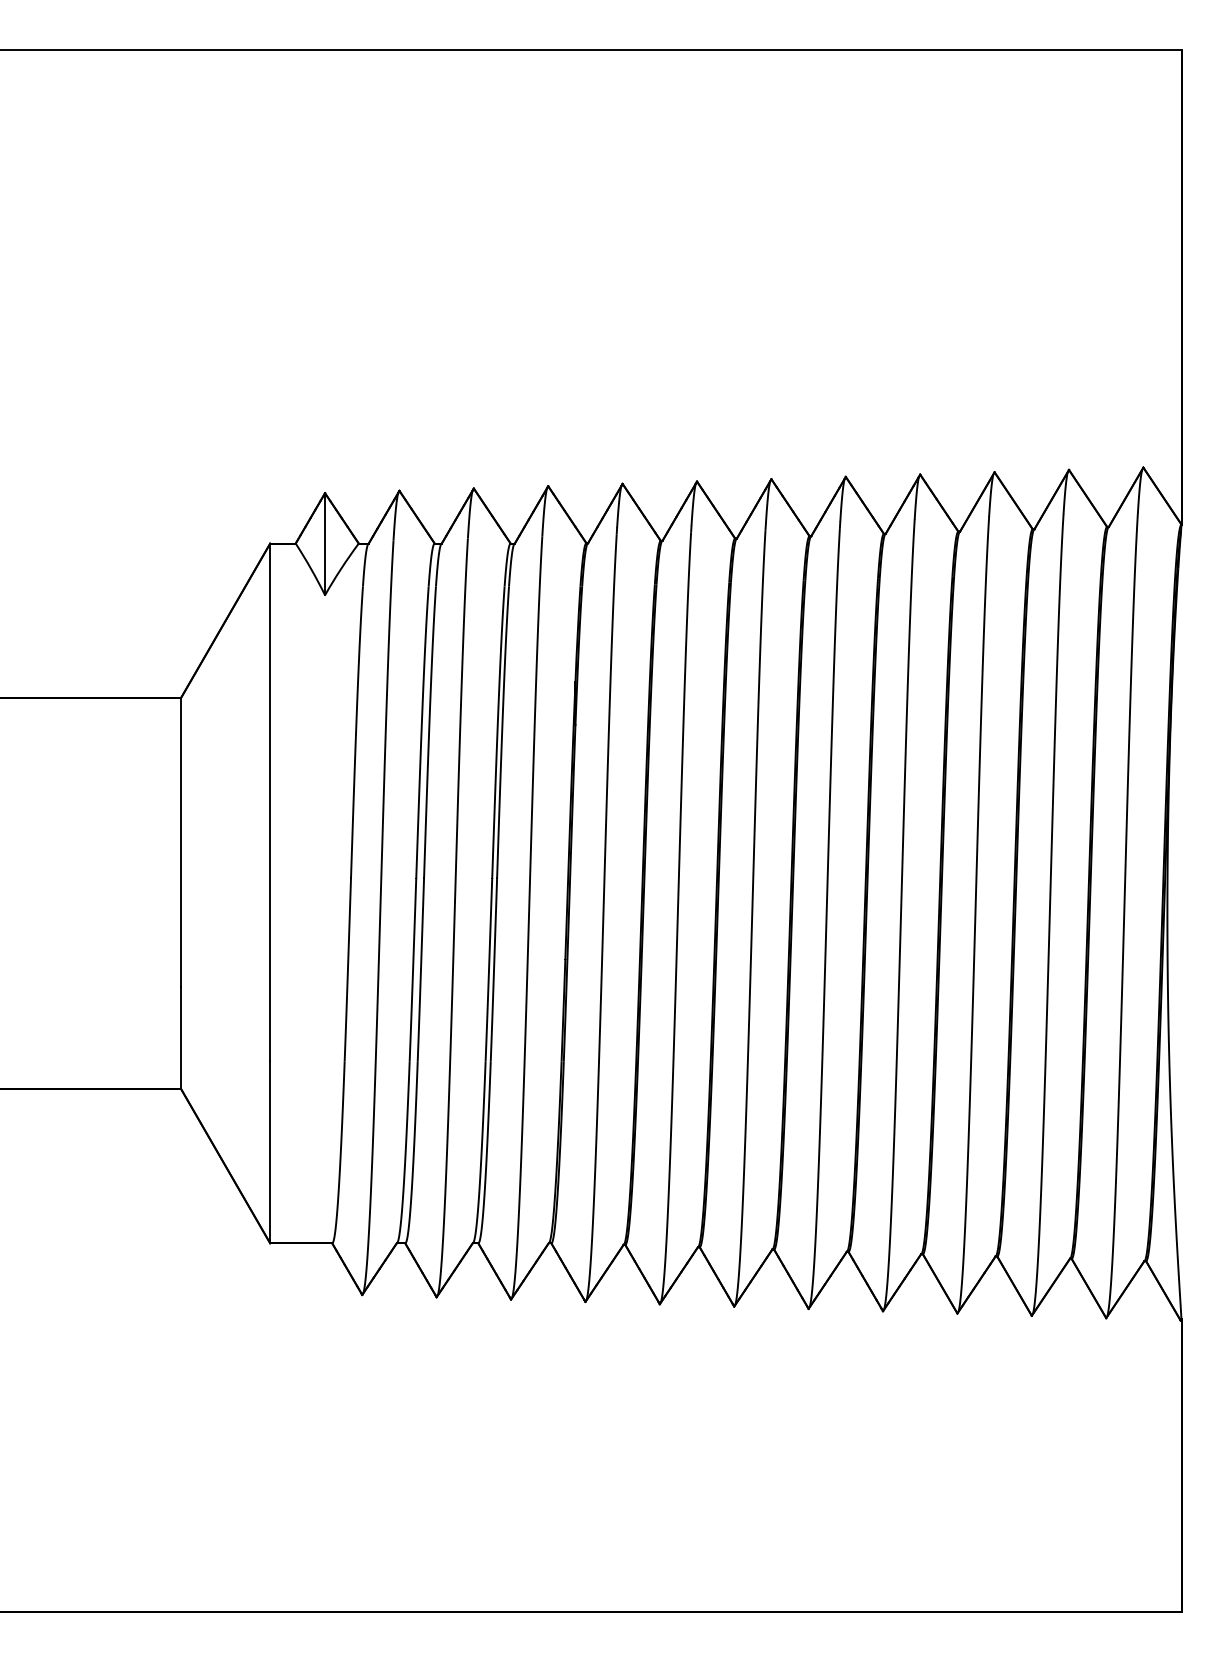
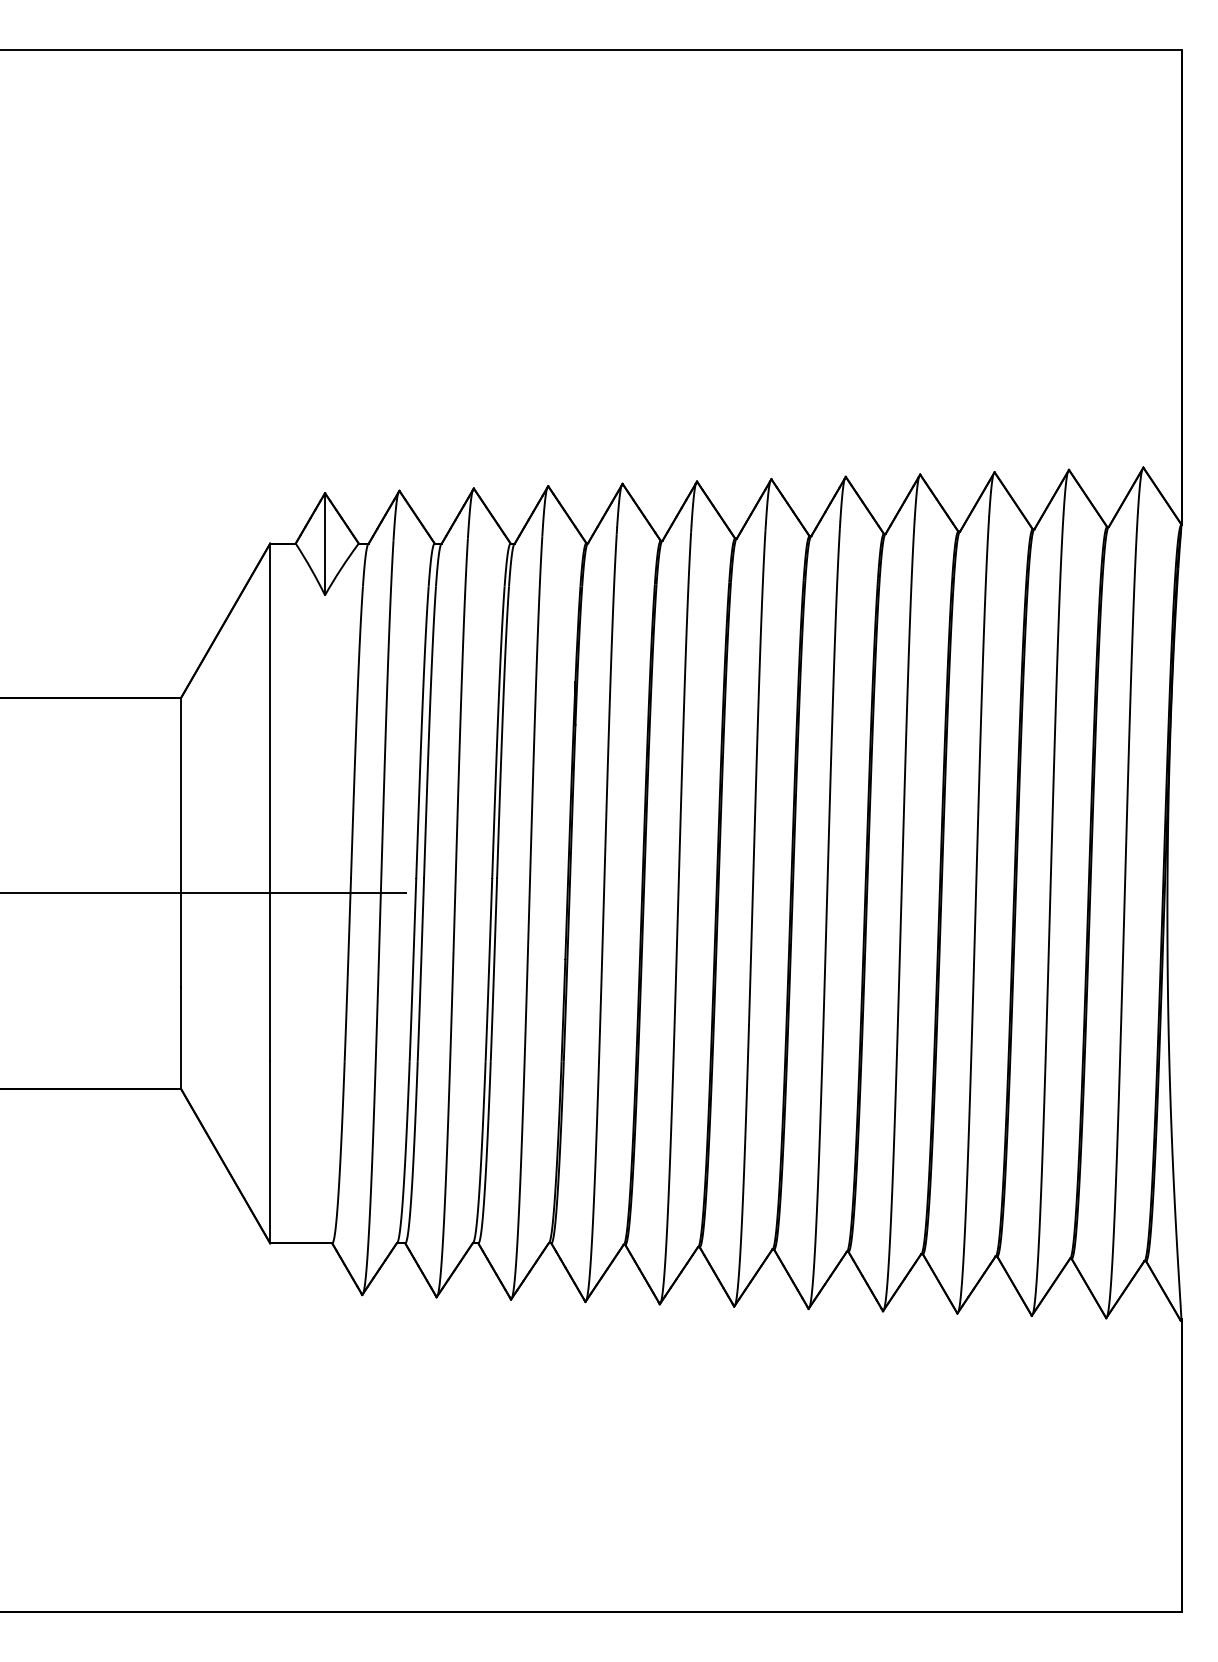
line at (204, 893): none -> present
